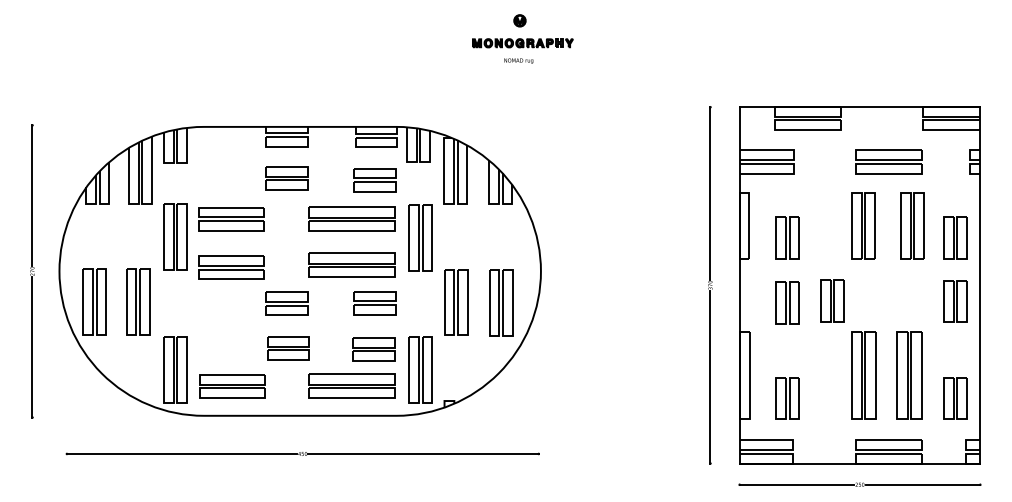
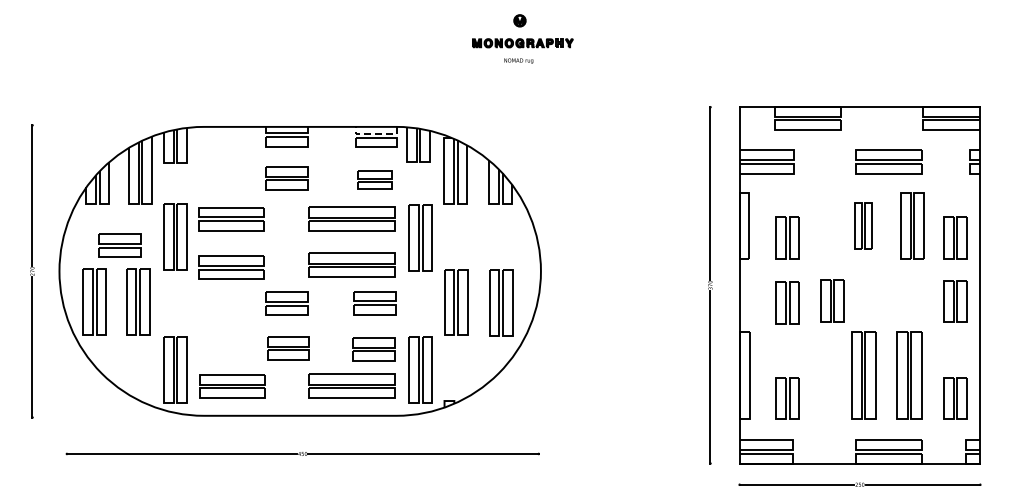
line at (376, 133): solid -> dashed
part at (374, 180) size: 44x25 px -> 36x20 px
part at (863, 225) size: 25x68 px -> 19x48 px
part at (119, 245): none -> present
